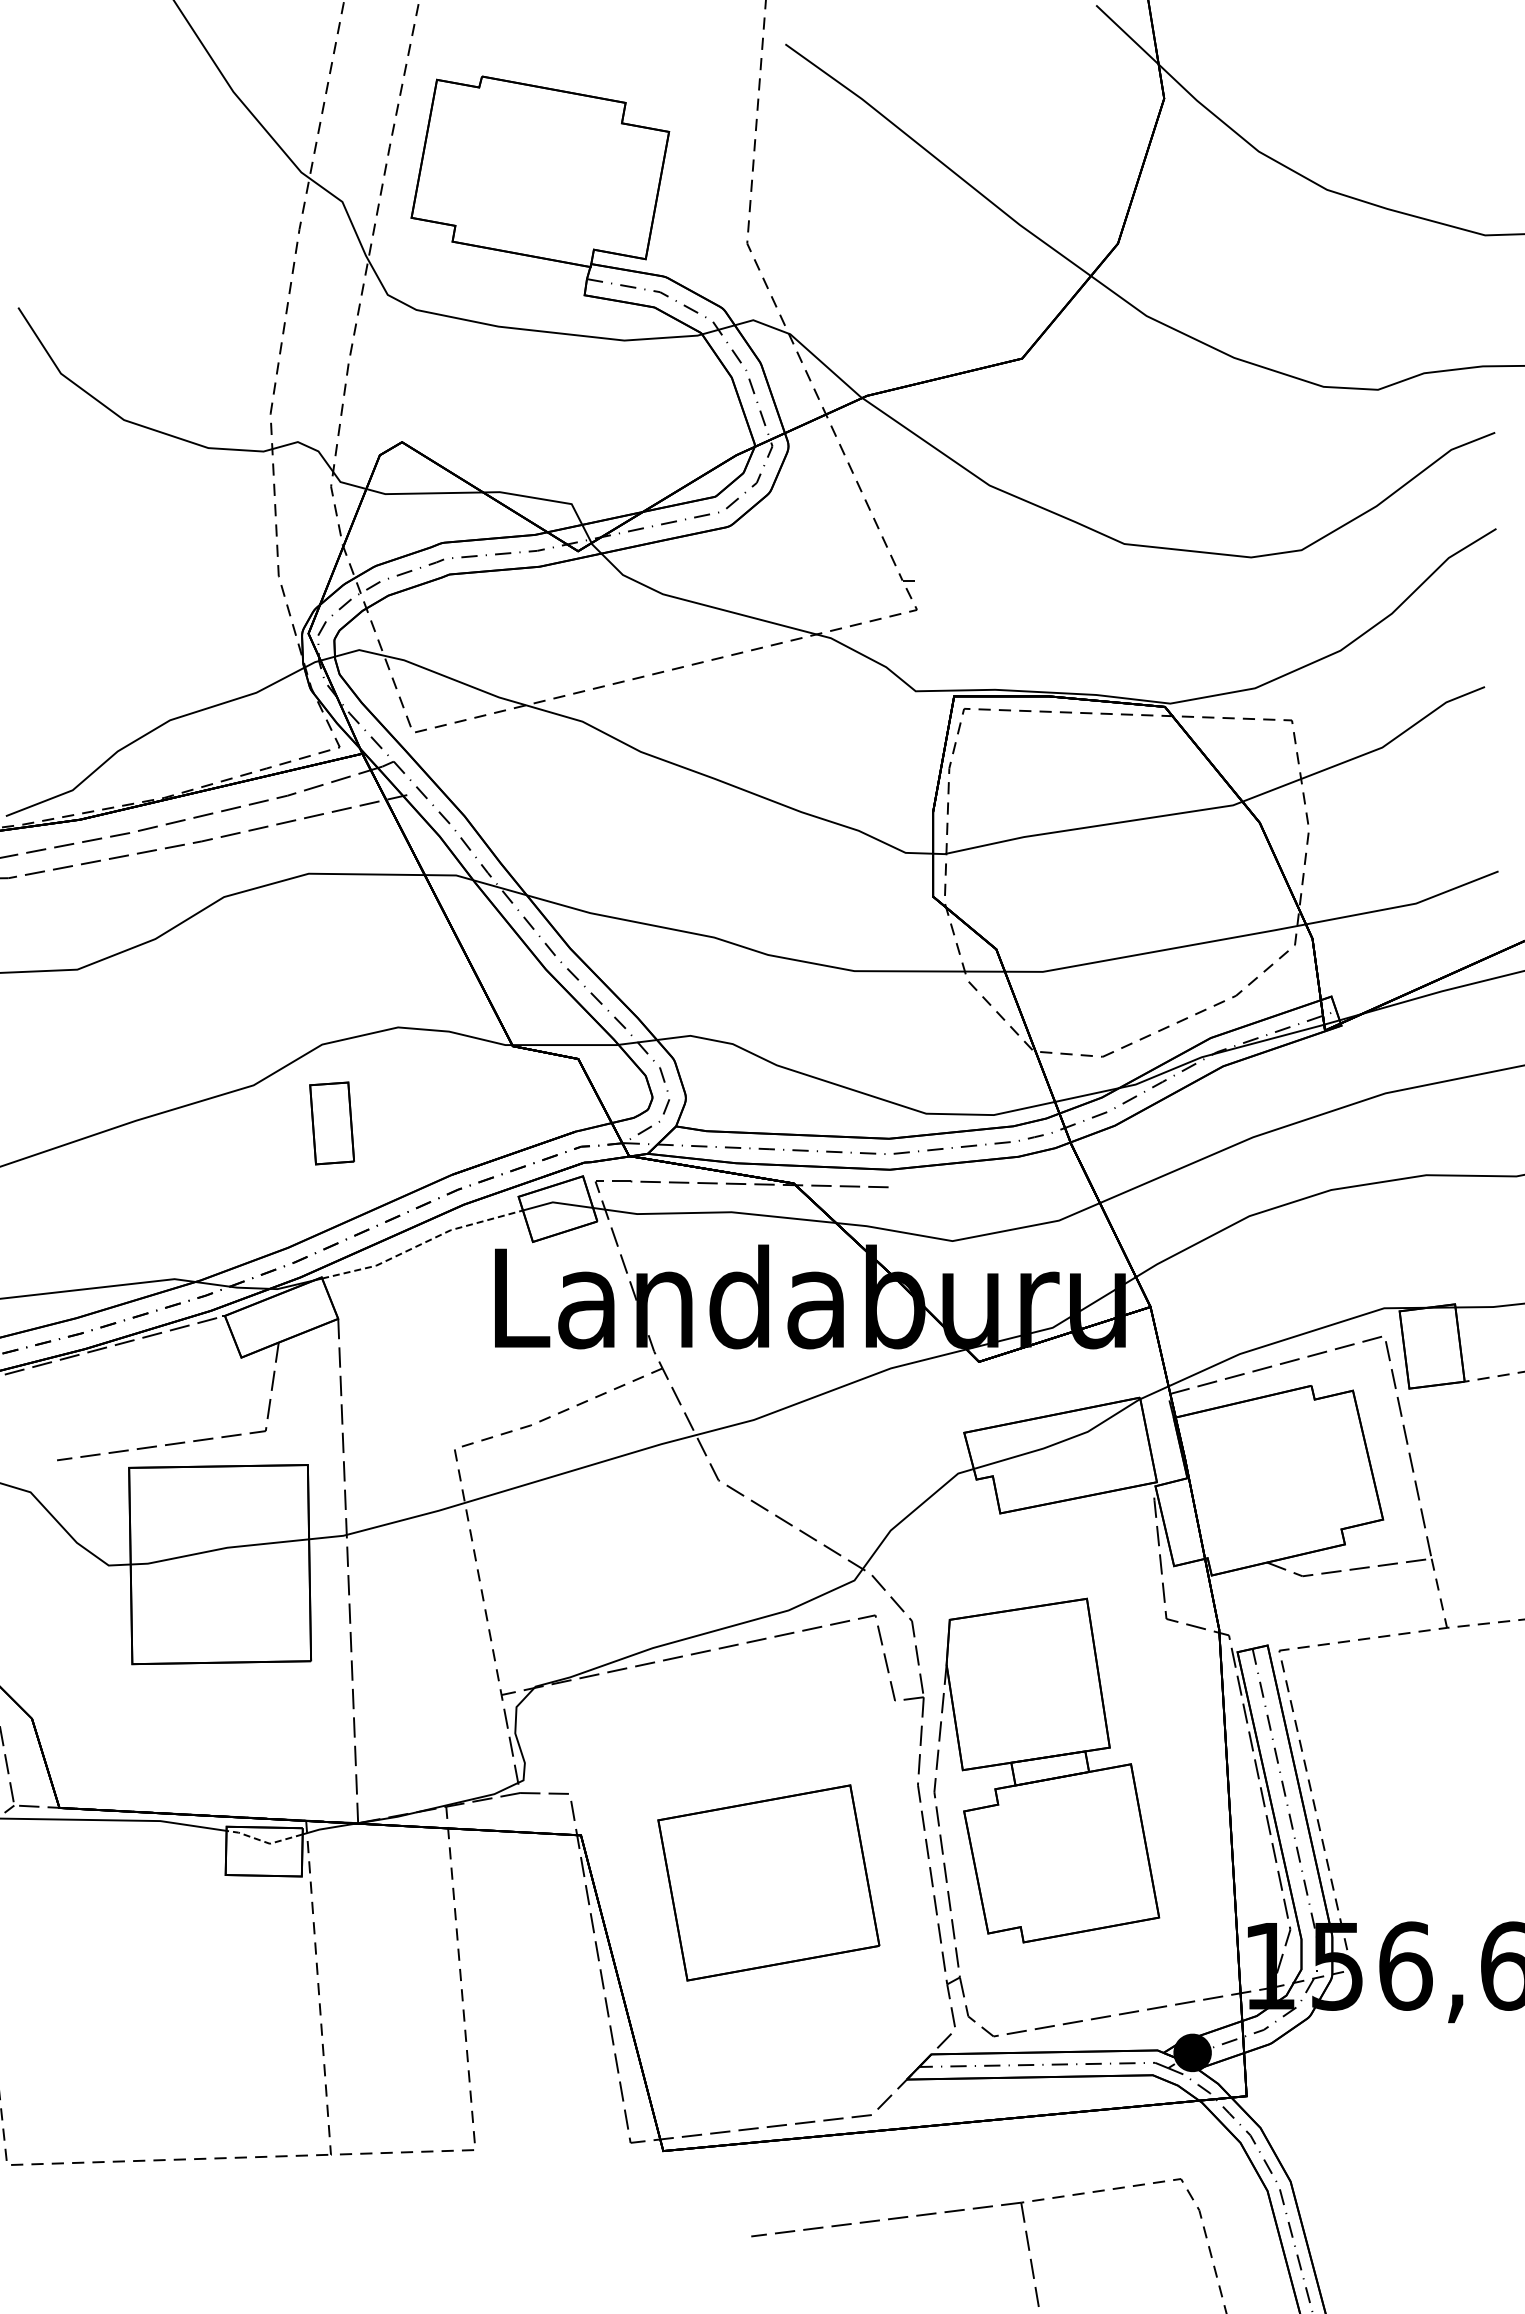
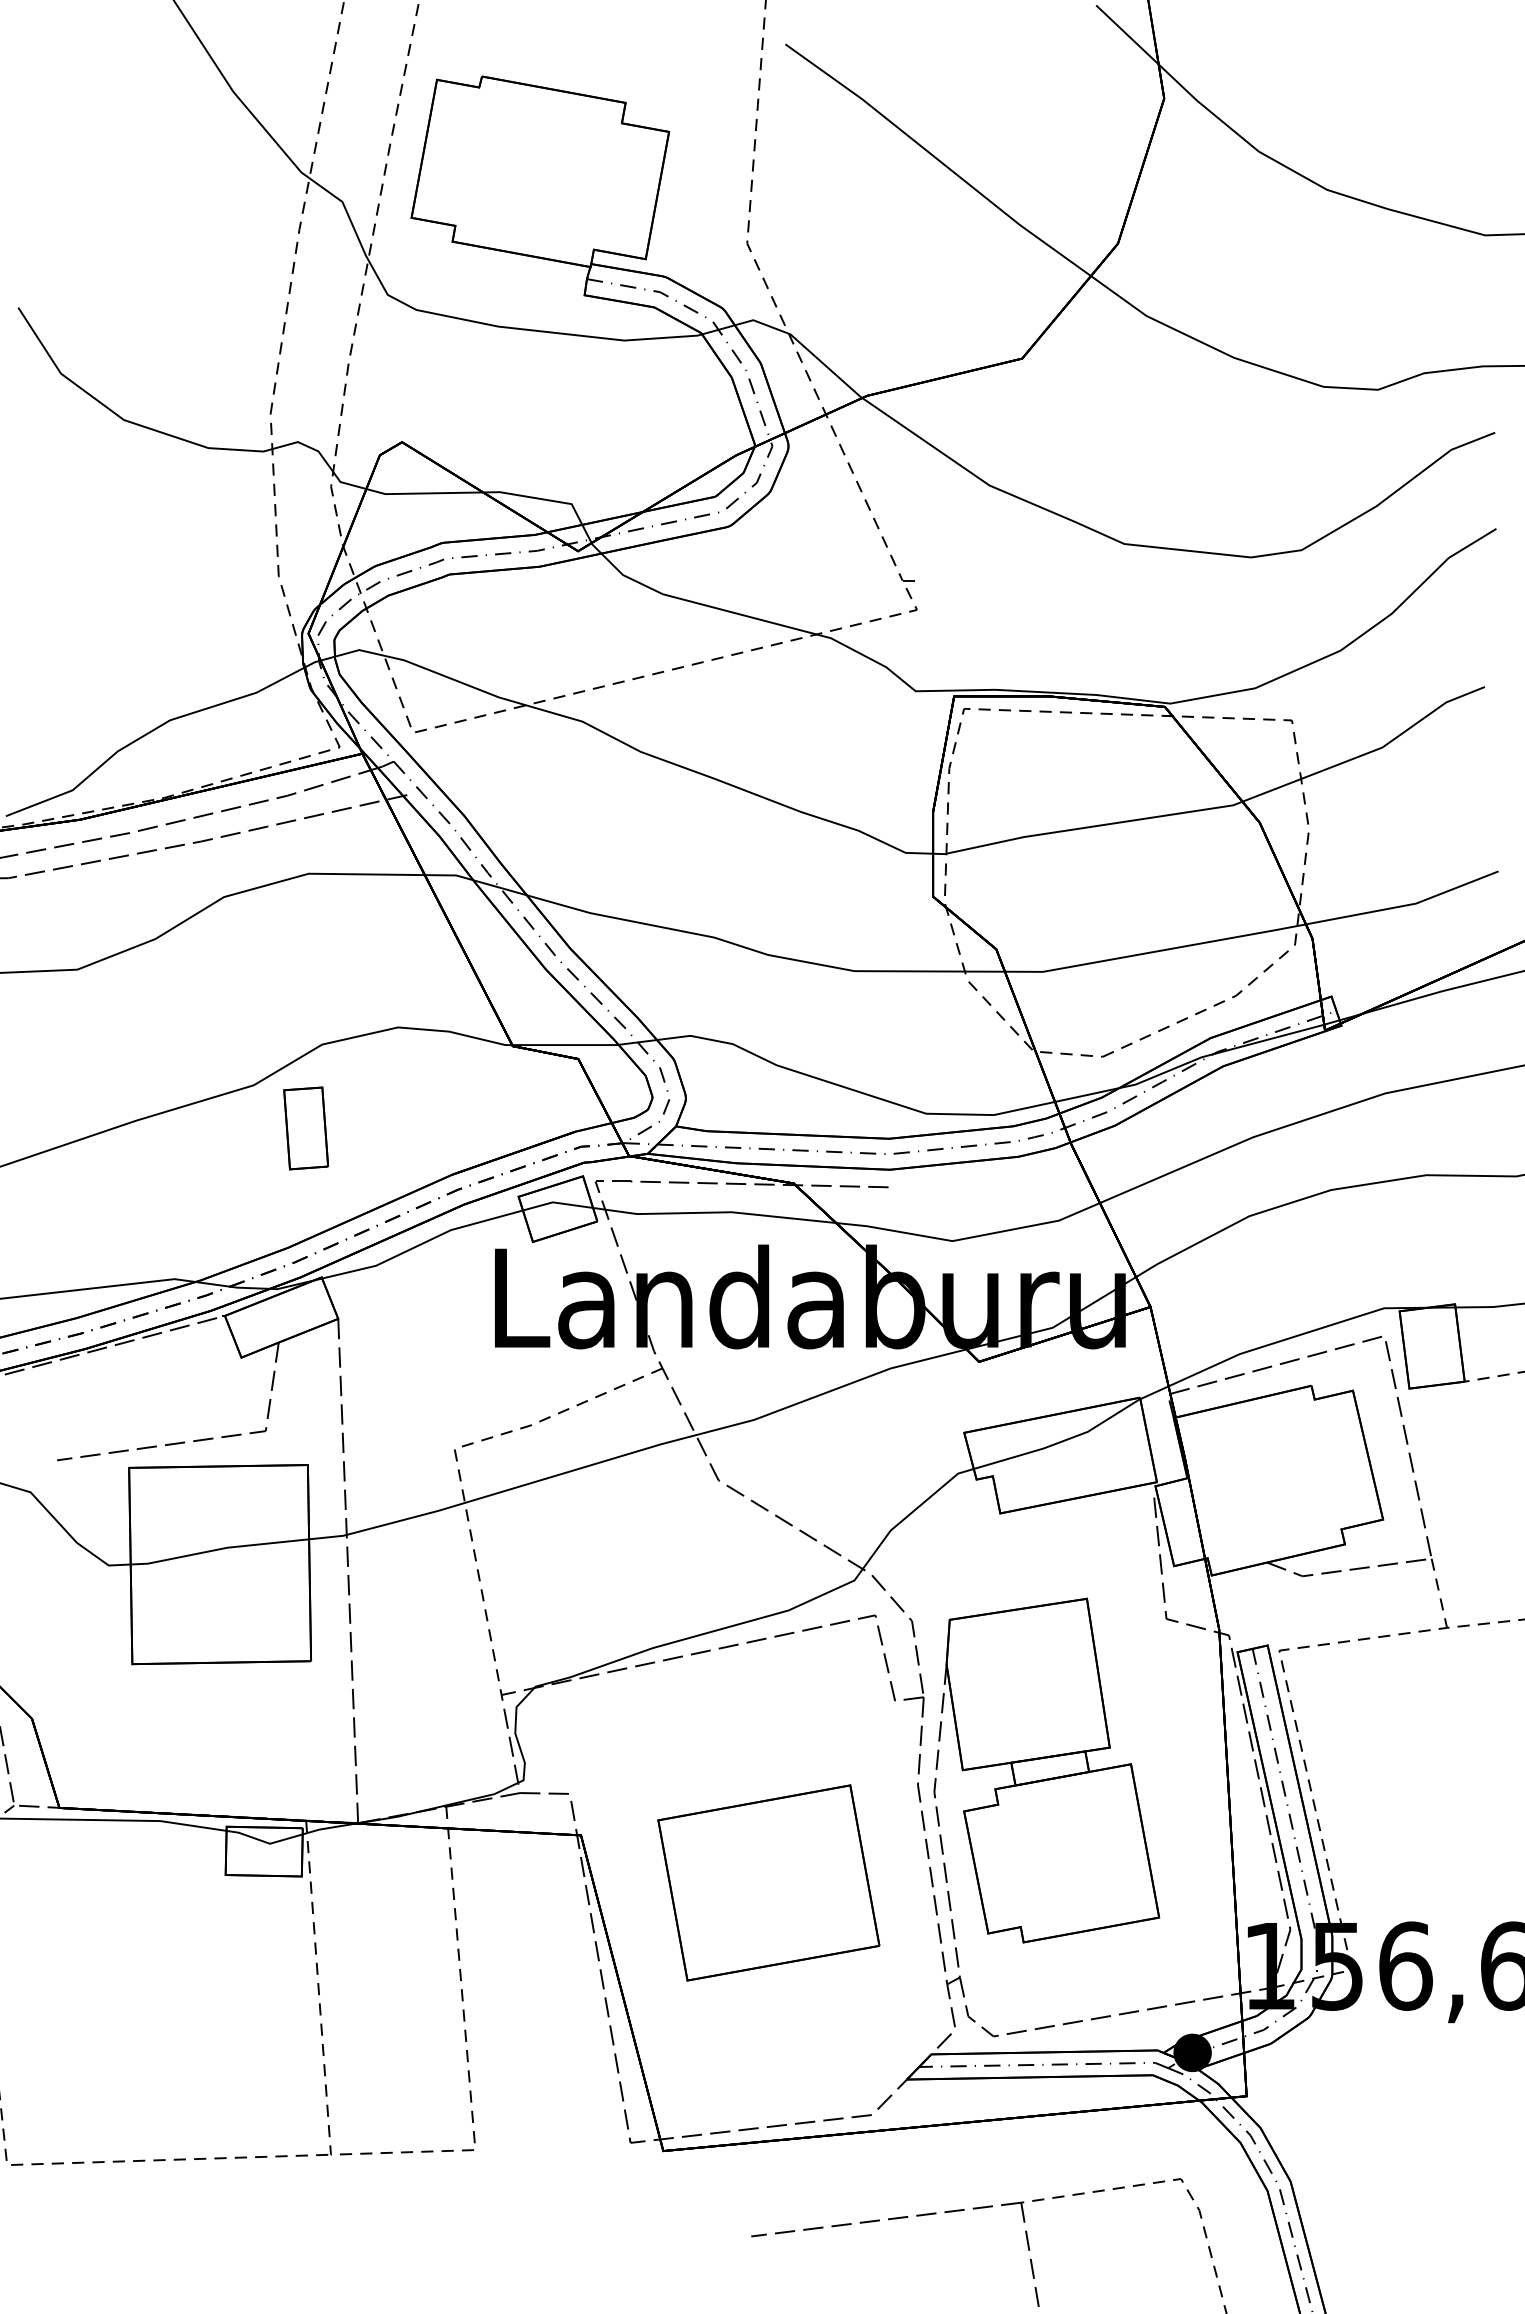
part at (331, 1123) position: (331, 1123) -> (305, 1128)
line at (422, 1243): dashed -> solid
line at (264, 1841): dashed -> solid
